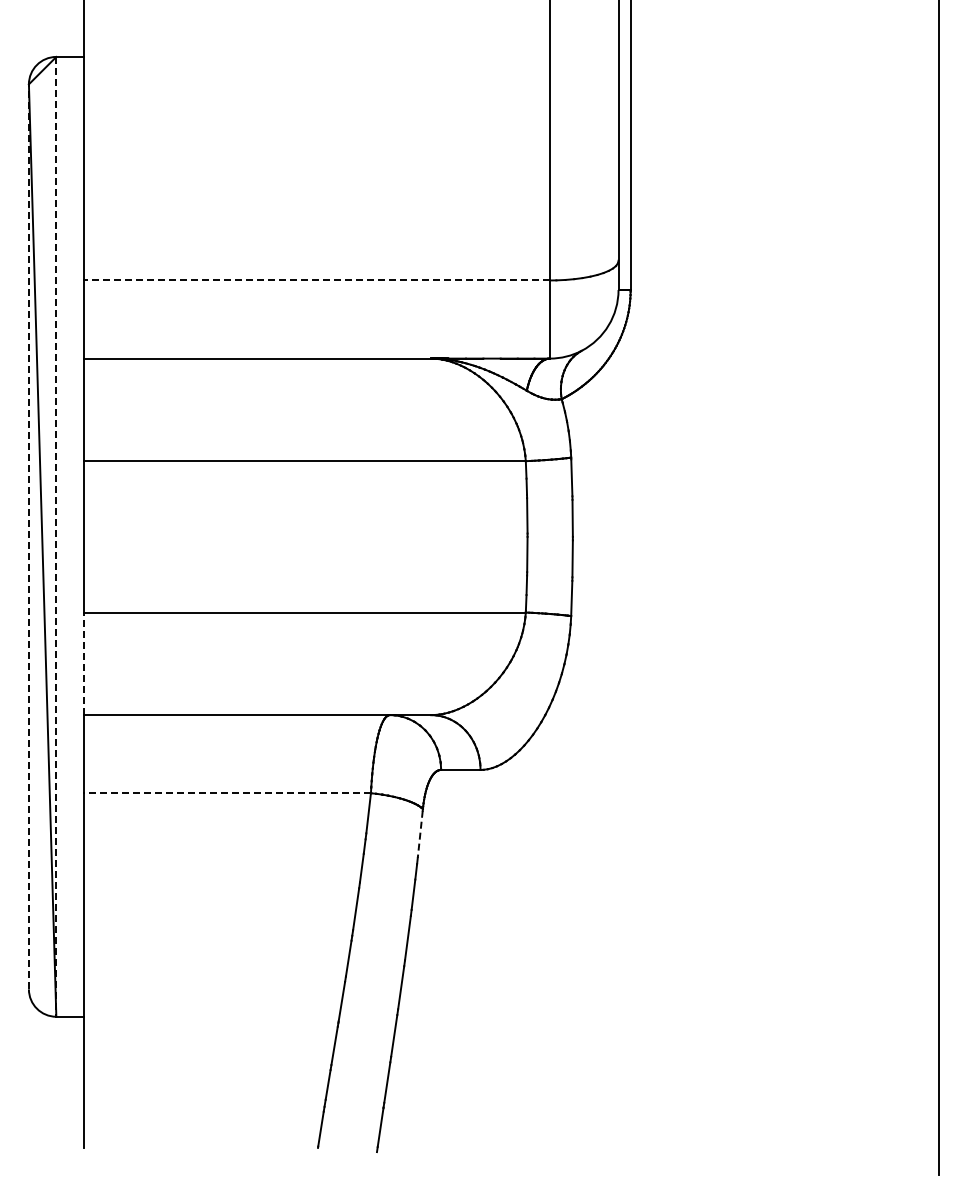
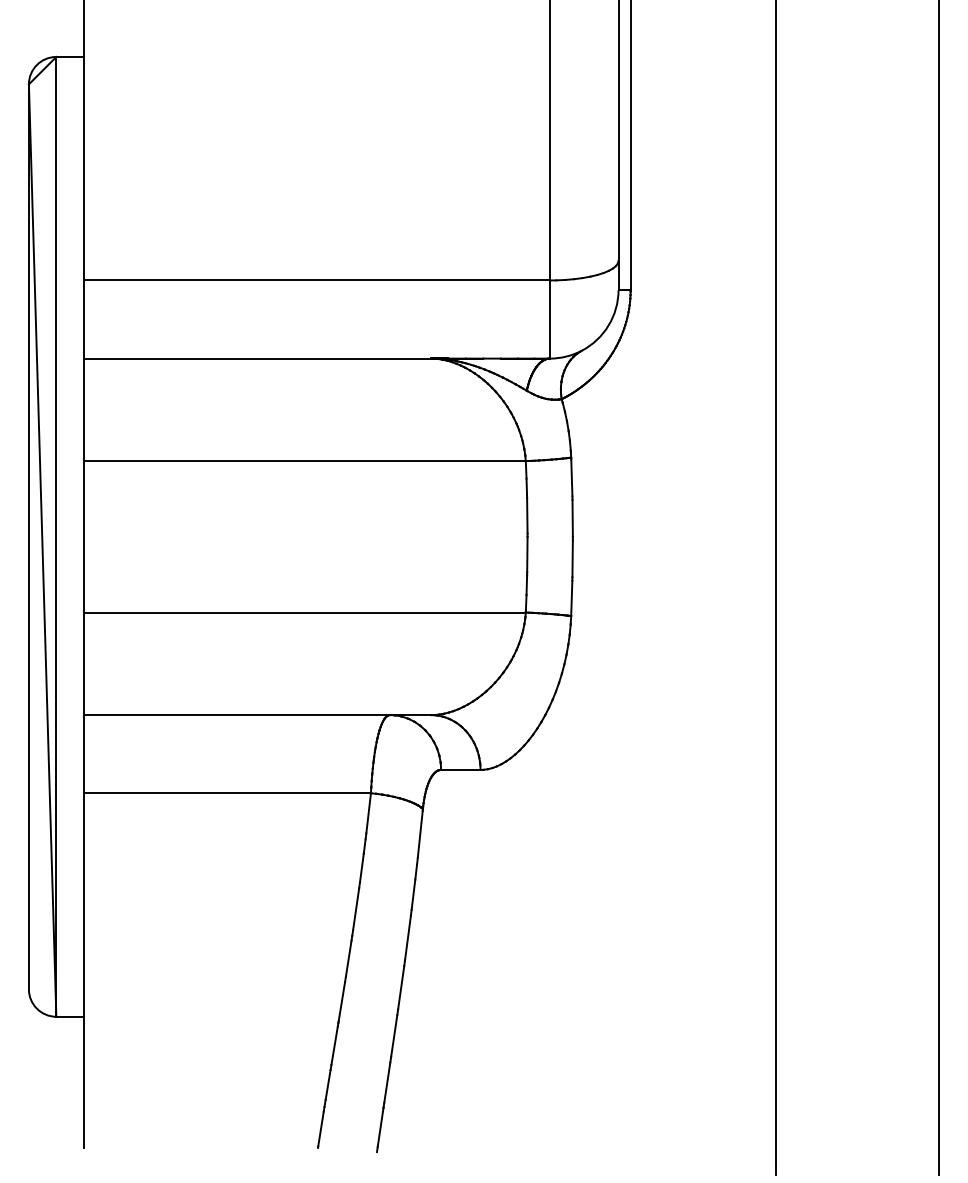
line at (316, 280): dashed -> solid
line at (28, 536): dashed -> solid
line at (56, 536): dashed -> solid
line at (775, 588): none -> present
line at (83, 663): dashed -> solid
line at (227, 793): dashed -> solid
line at (420, 834): dashed -> solid
